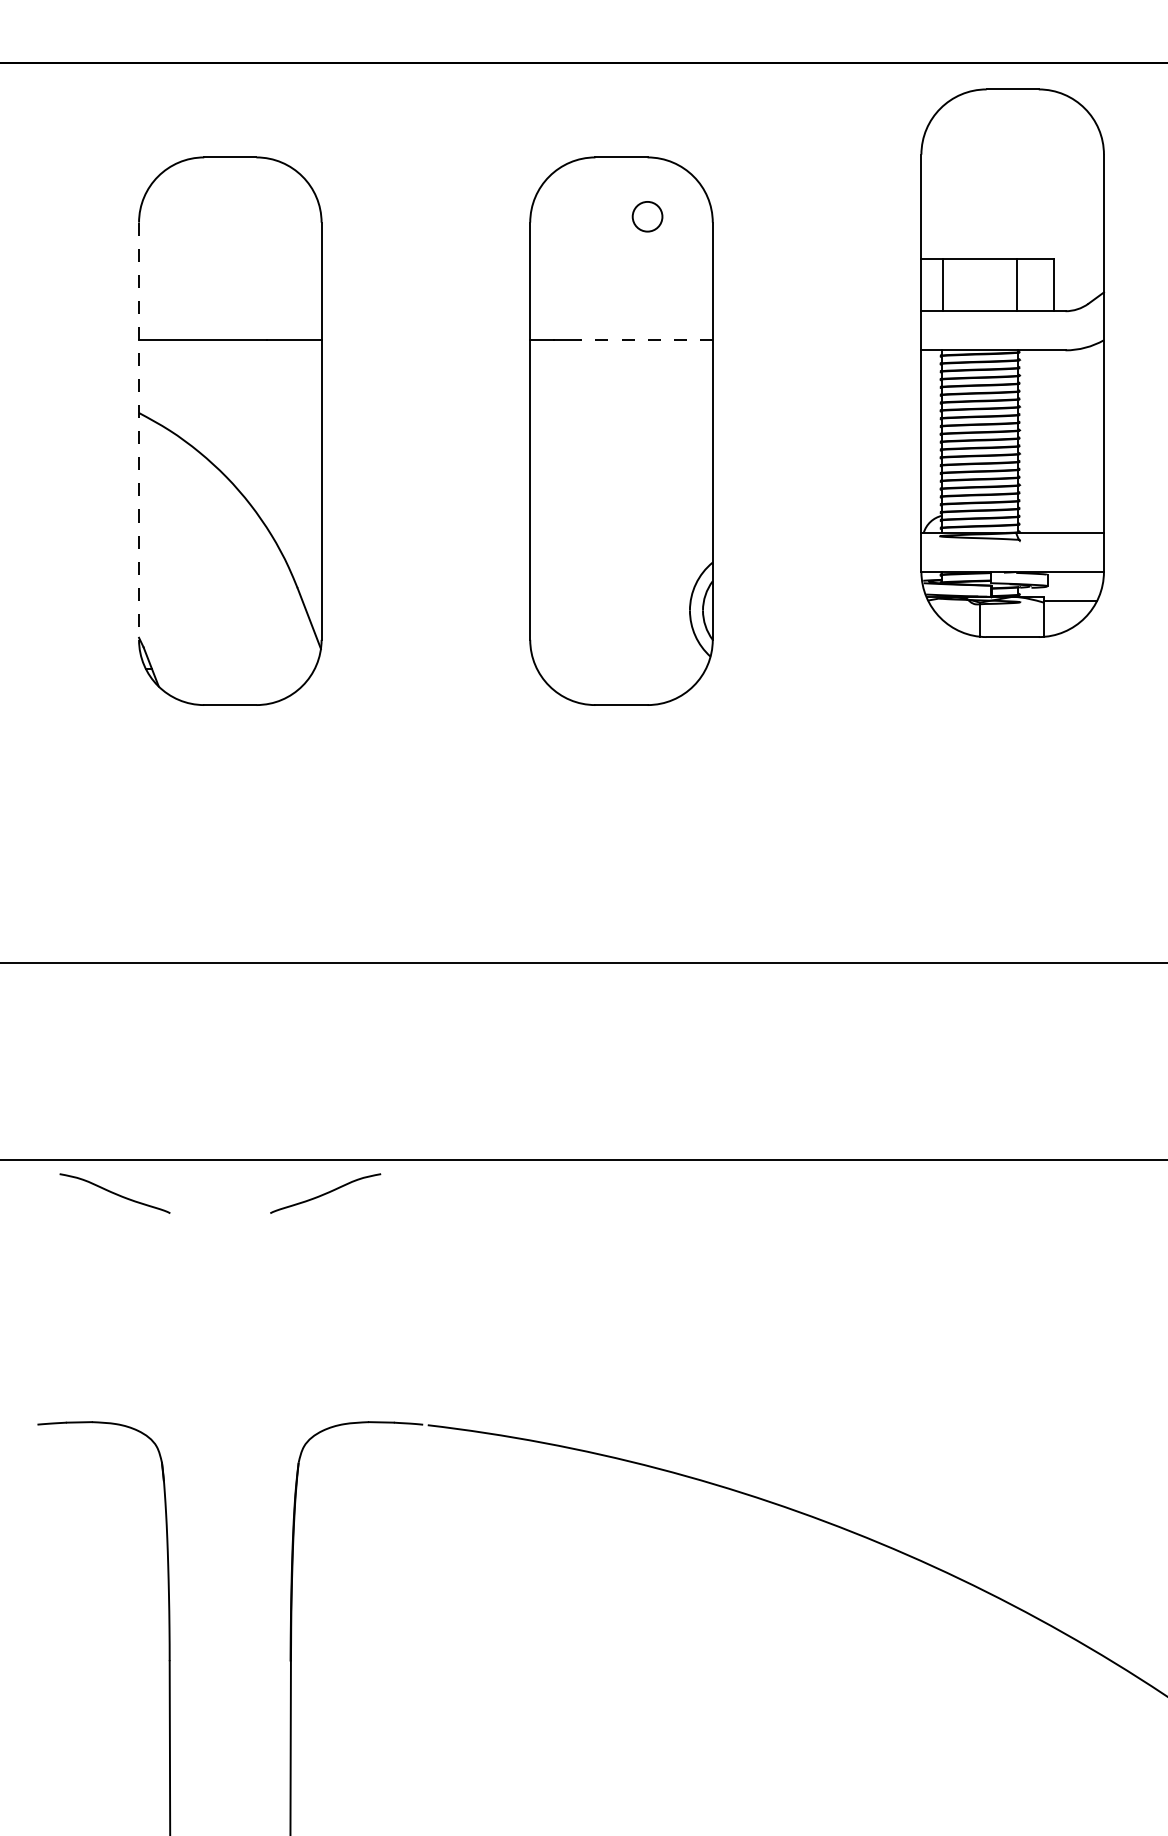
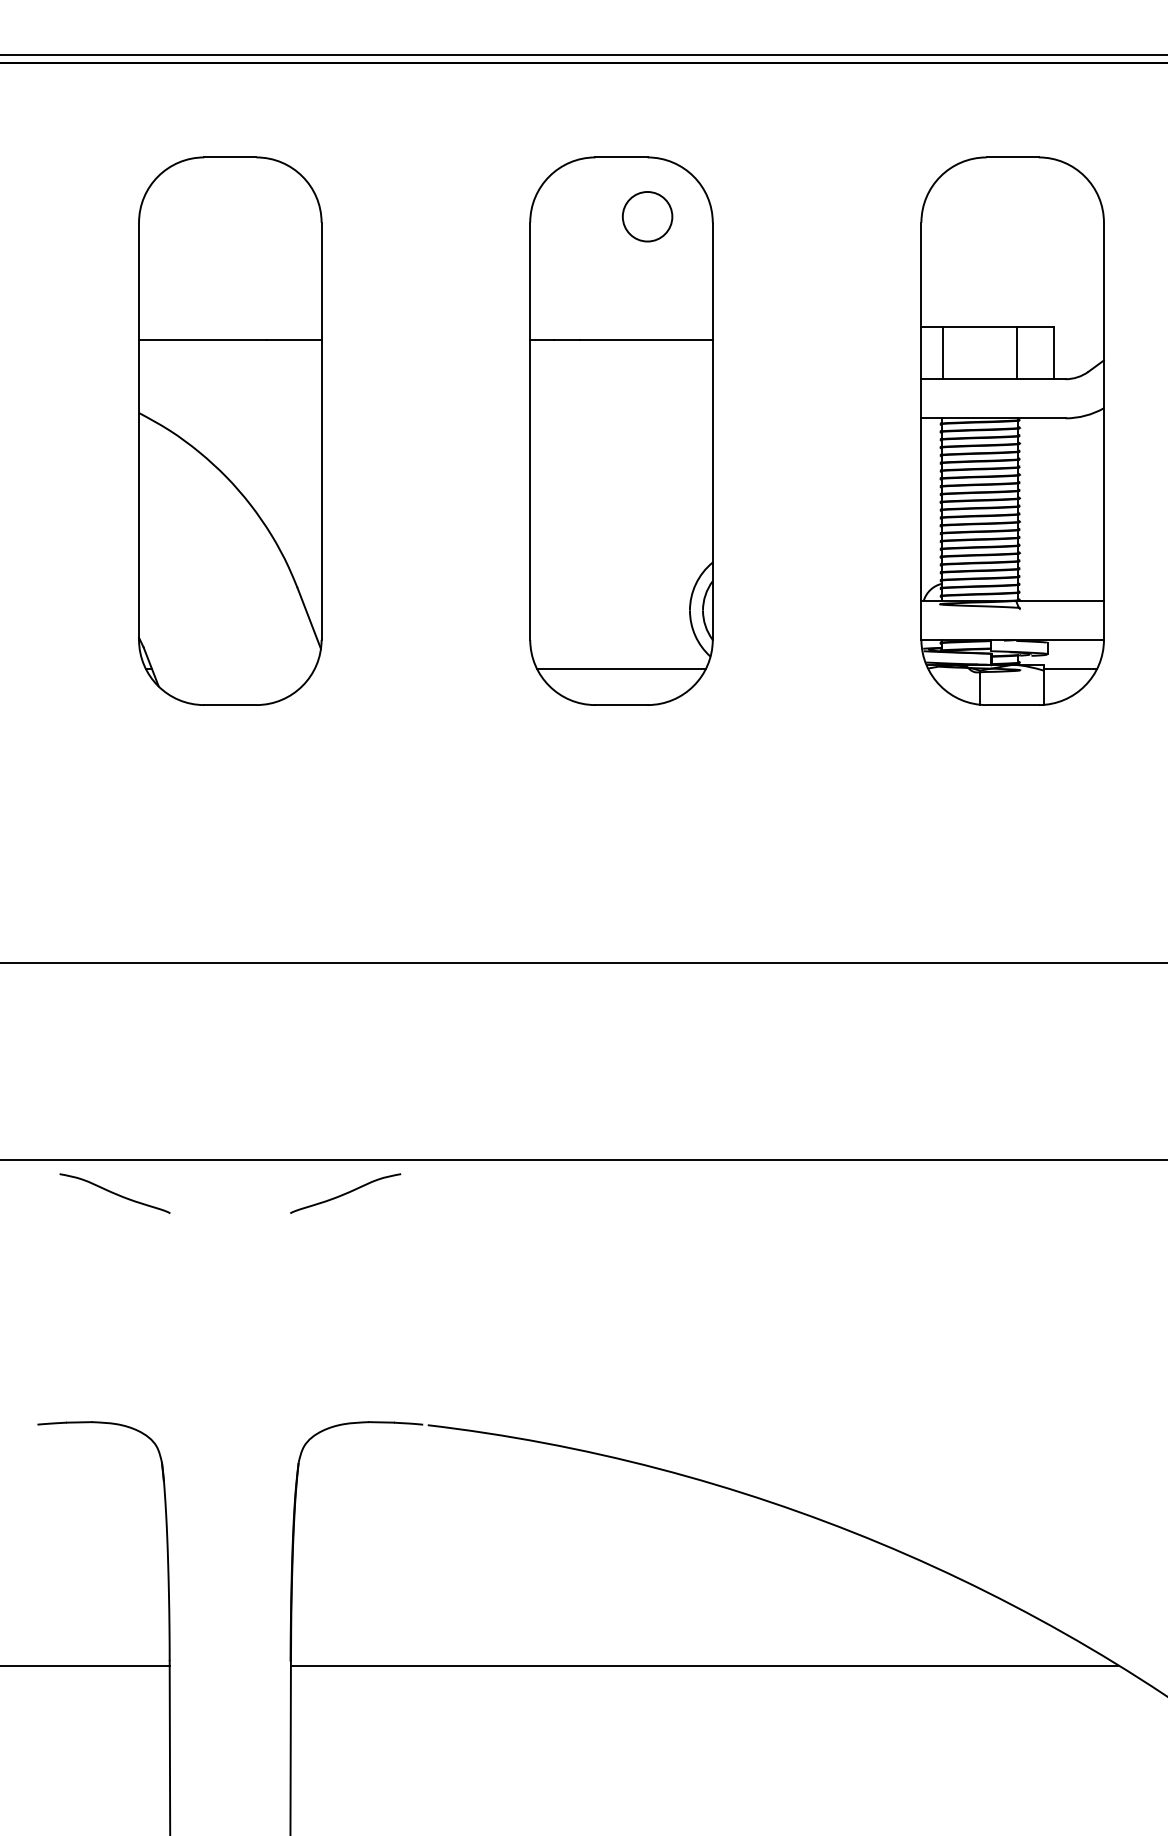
line at (583, 55): none -> present
circle at (647, 216) diameter: 30 px -> 50 px
line at (645, 339): dashed -> solid
part at (1012, 362) position: (1012, 362) -> (1012, 430)
line at (139, 431): dashed -> solid
line at (621, 669): none -> present
curve at (325, 1193) position: (325, 1193) -> (345, 1193)
line at (85, 1665): none -> present
line at (704, 1665): none -> present
